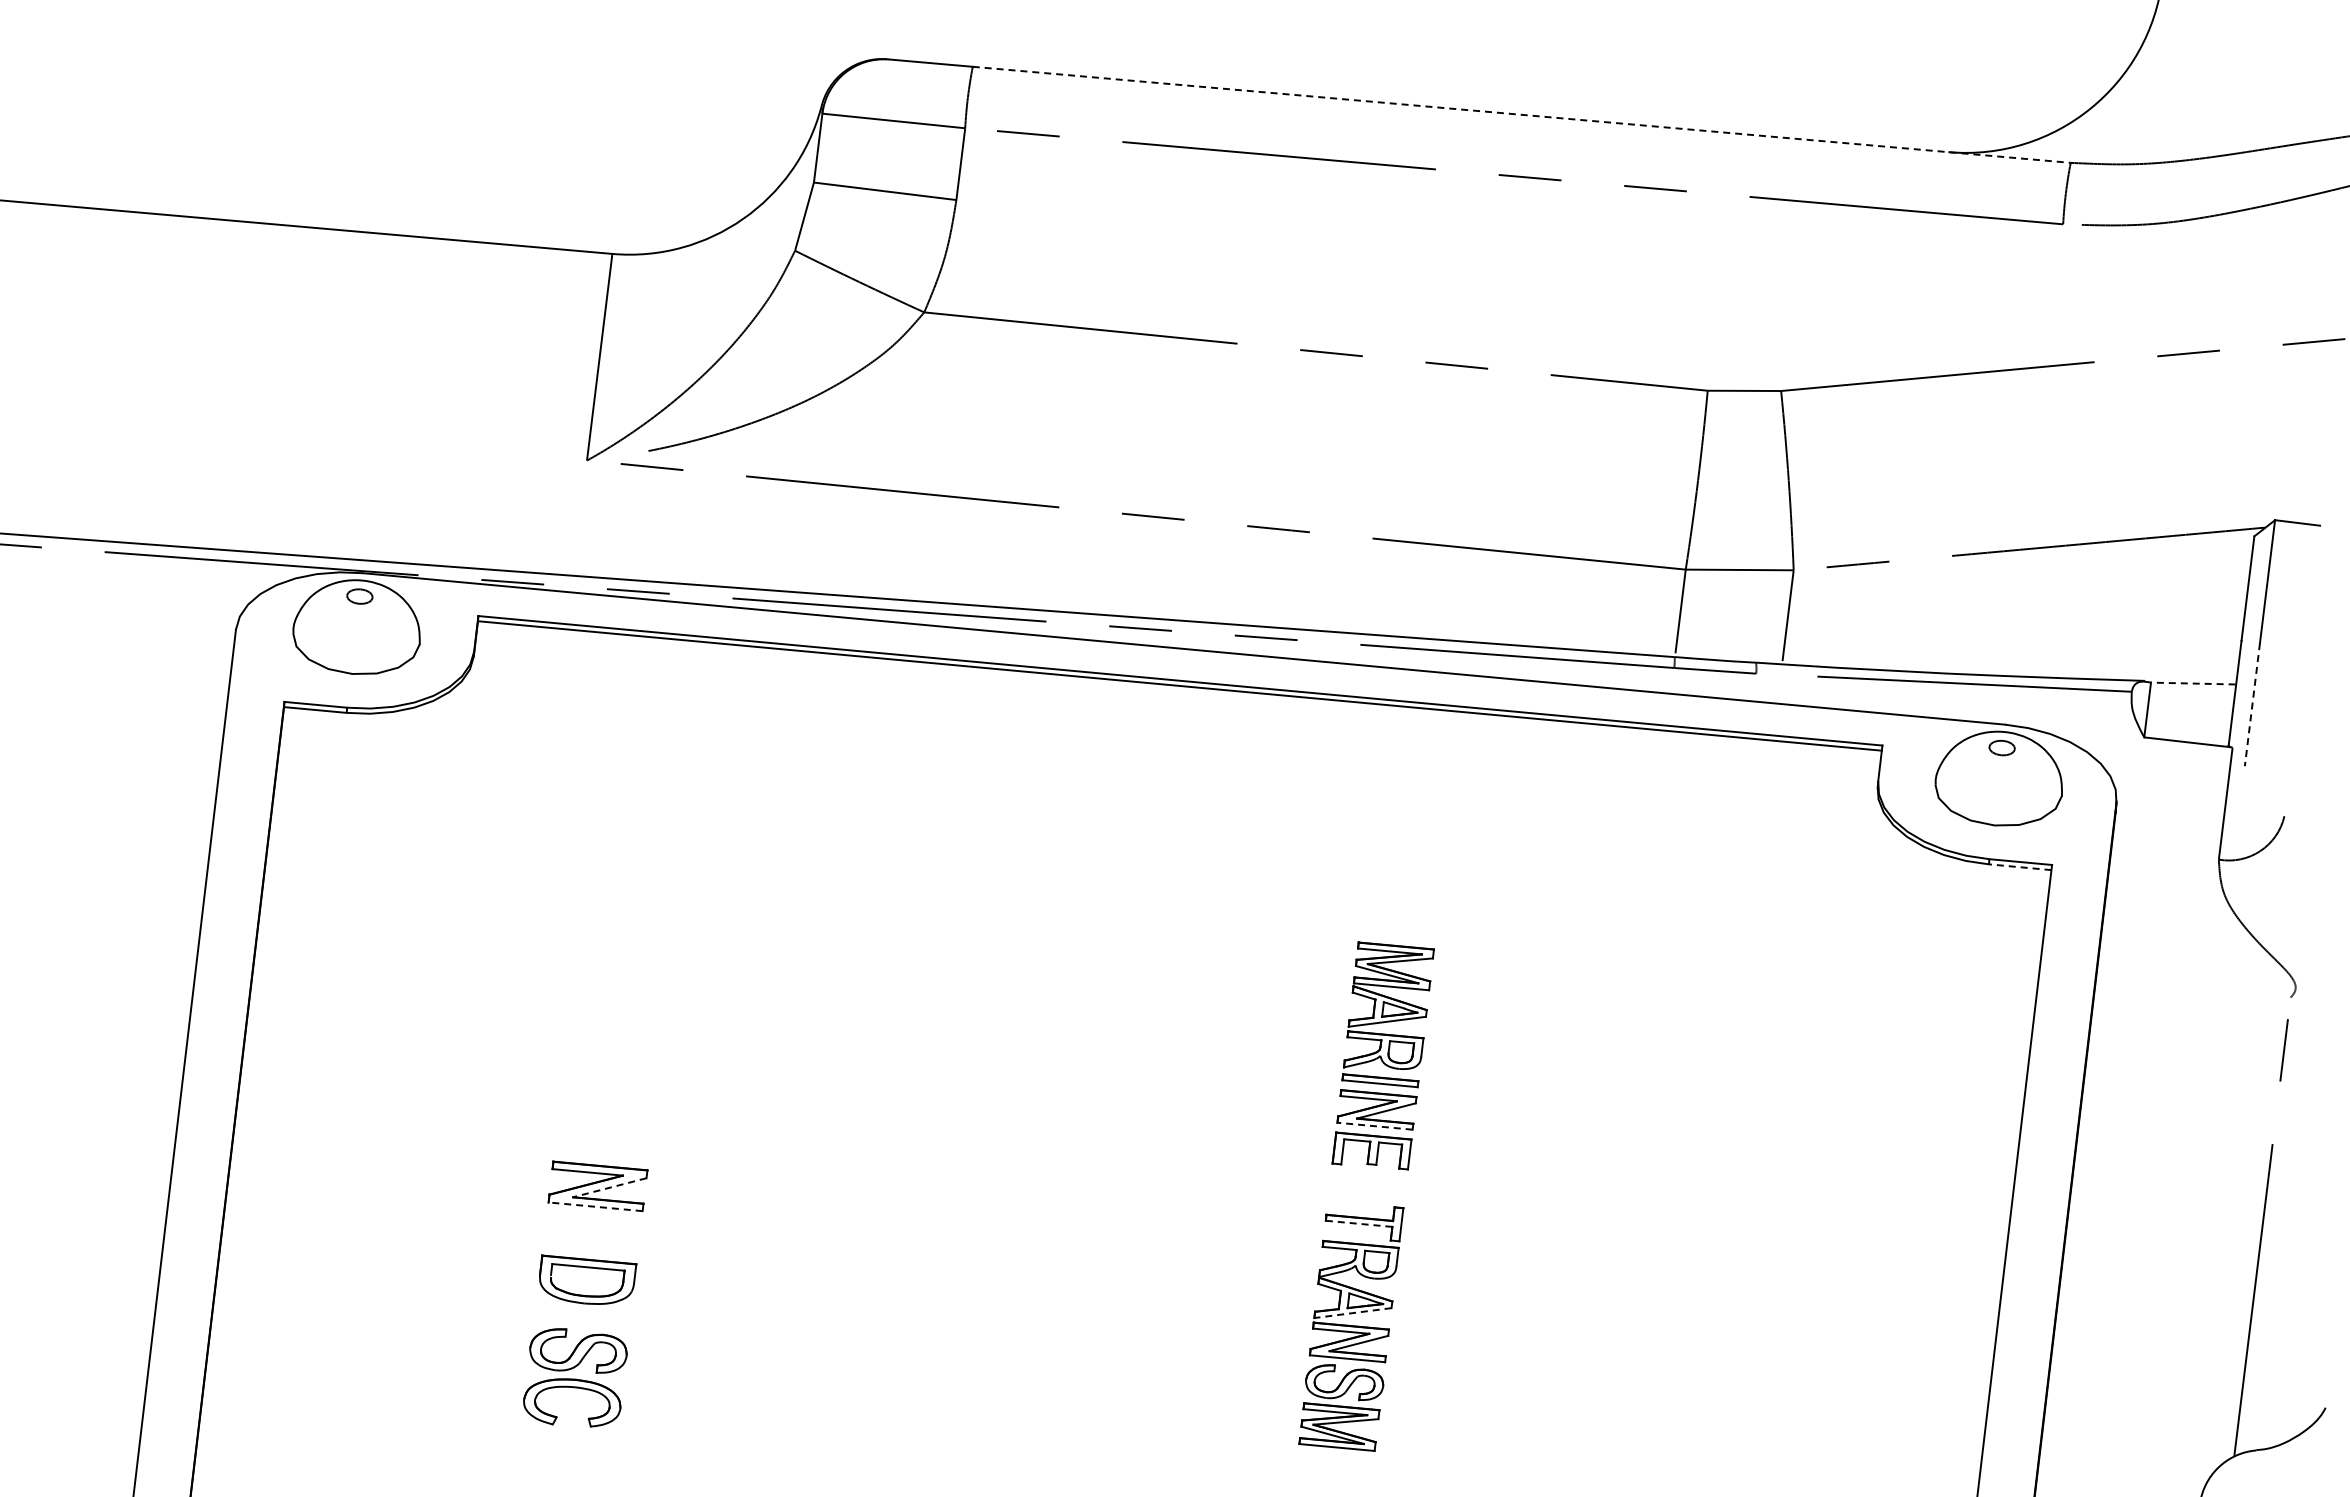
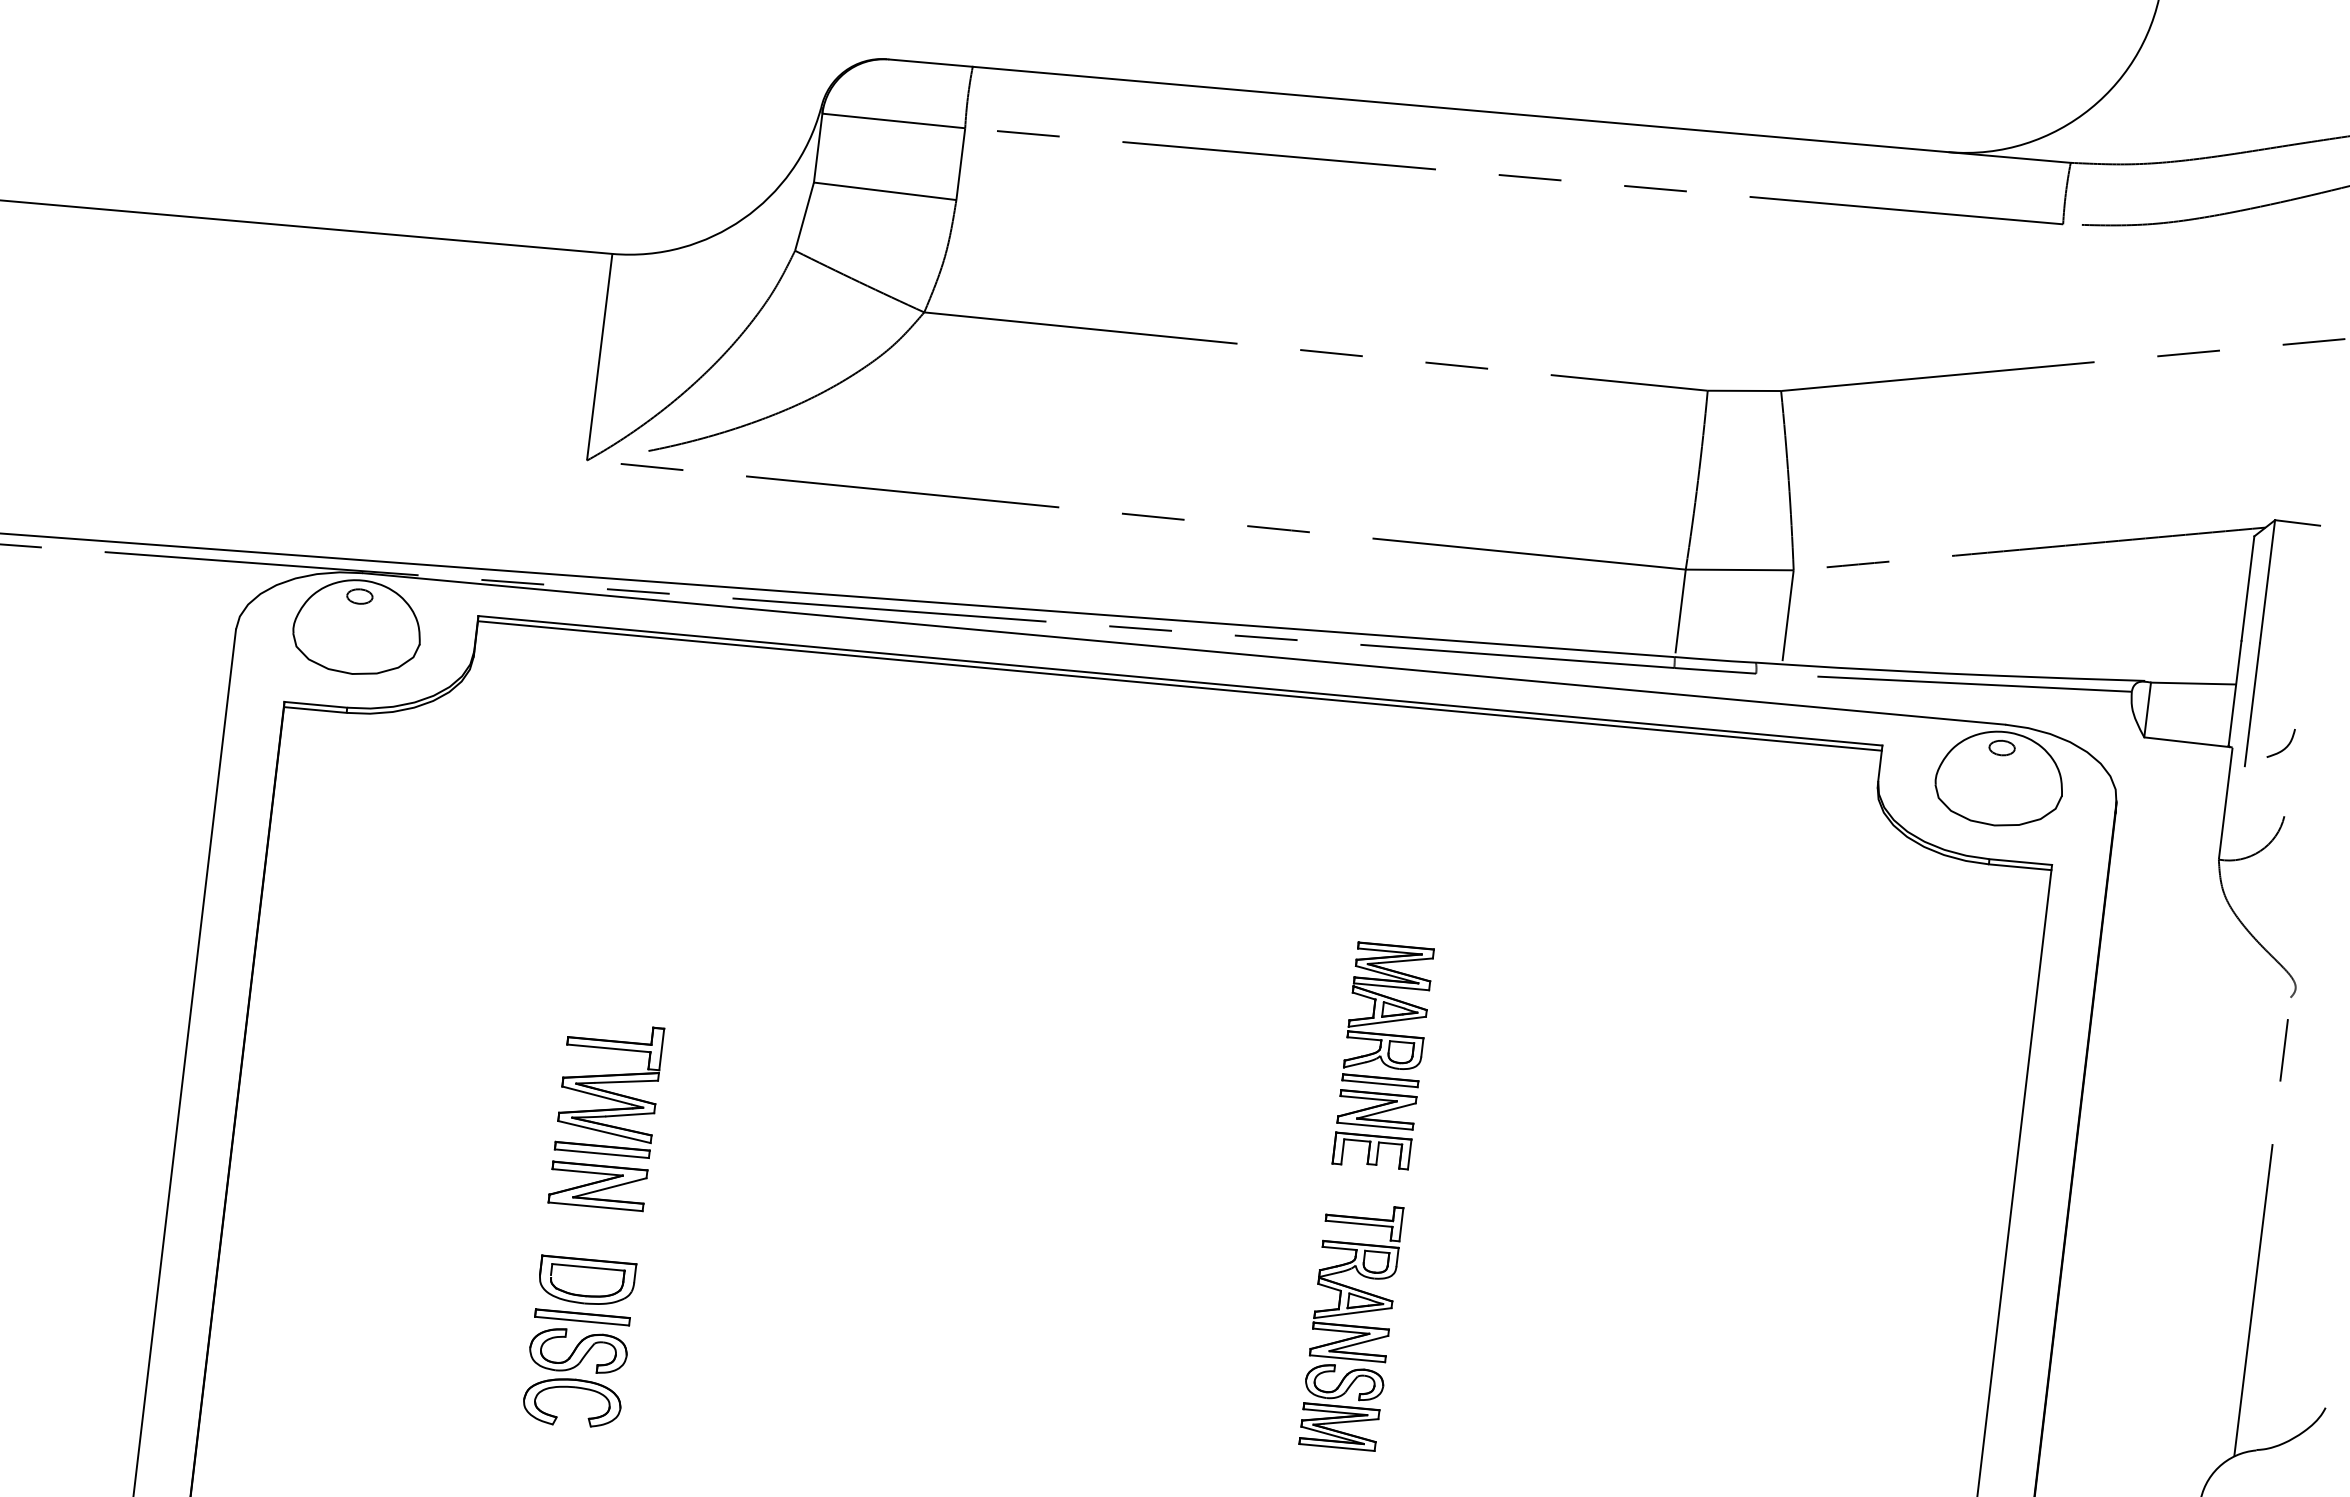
line at (1522, 114): dashed -> solid
line at (2192, 683): dashed -> solid
line at (2252, 704): dashed -> solid
curve at (2284, 747): none -> present
line at (2019, 867): dashed -> solid
part at (609, 1092): none -> present
line at (1375, 1126): dashed -> solid
line at (609, 1187): dashed -> solid
line at (595, 1206): dashed -> solid
line at (1358, 1223): dashed -> solid
line at (1352, 1313): dashed -> solid
part at (582, 1317): none -> present
